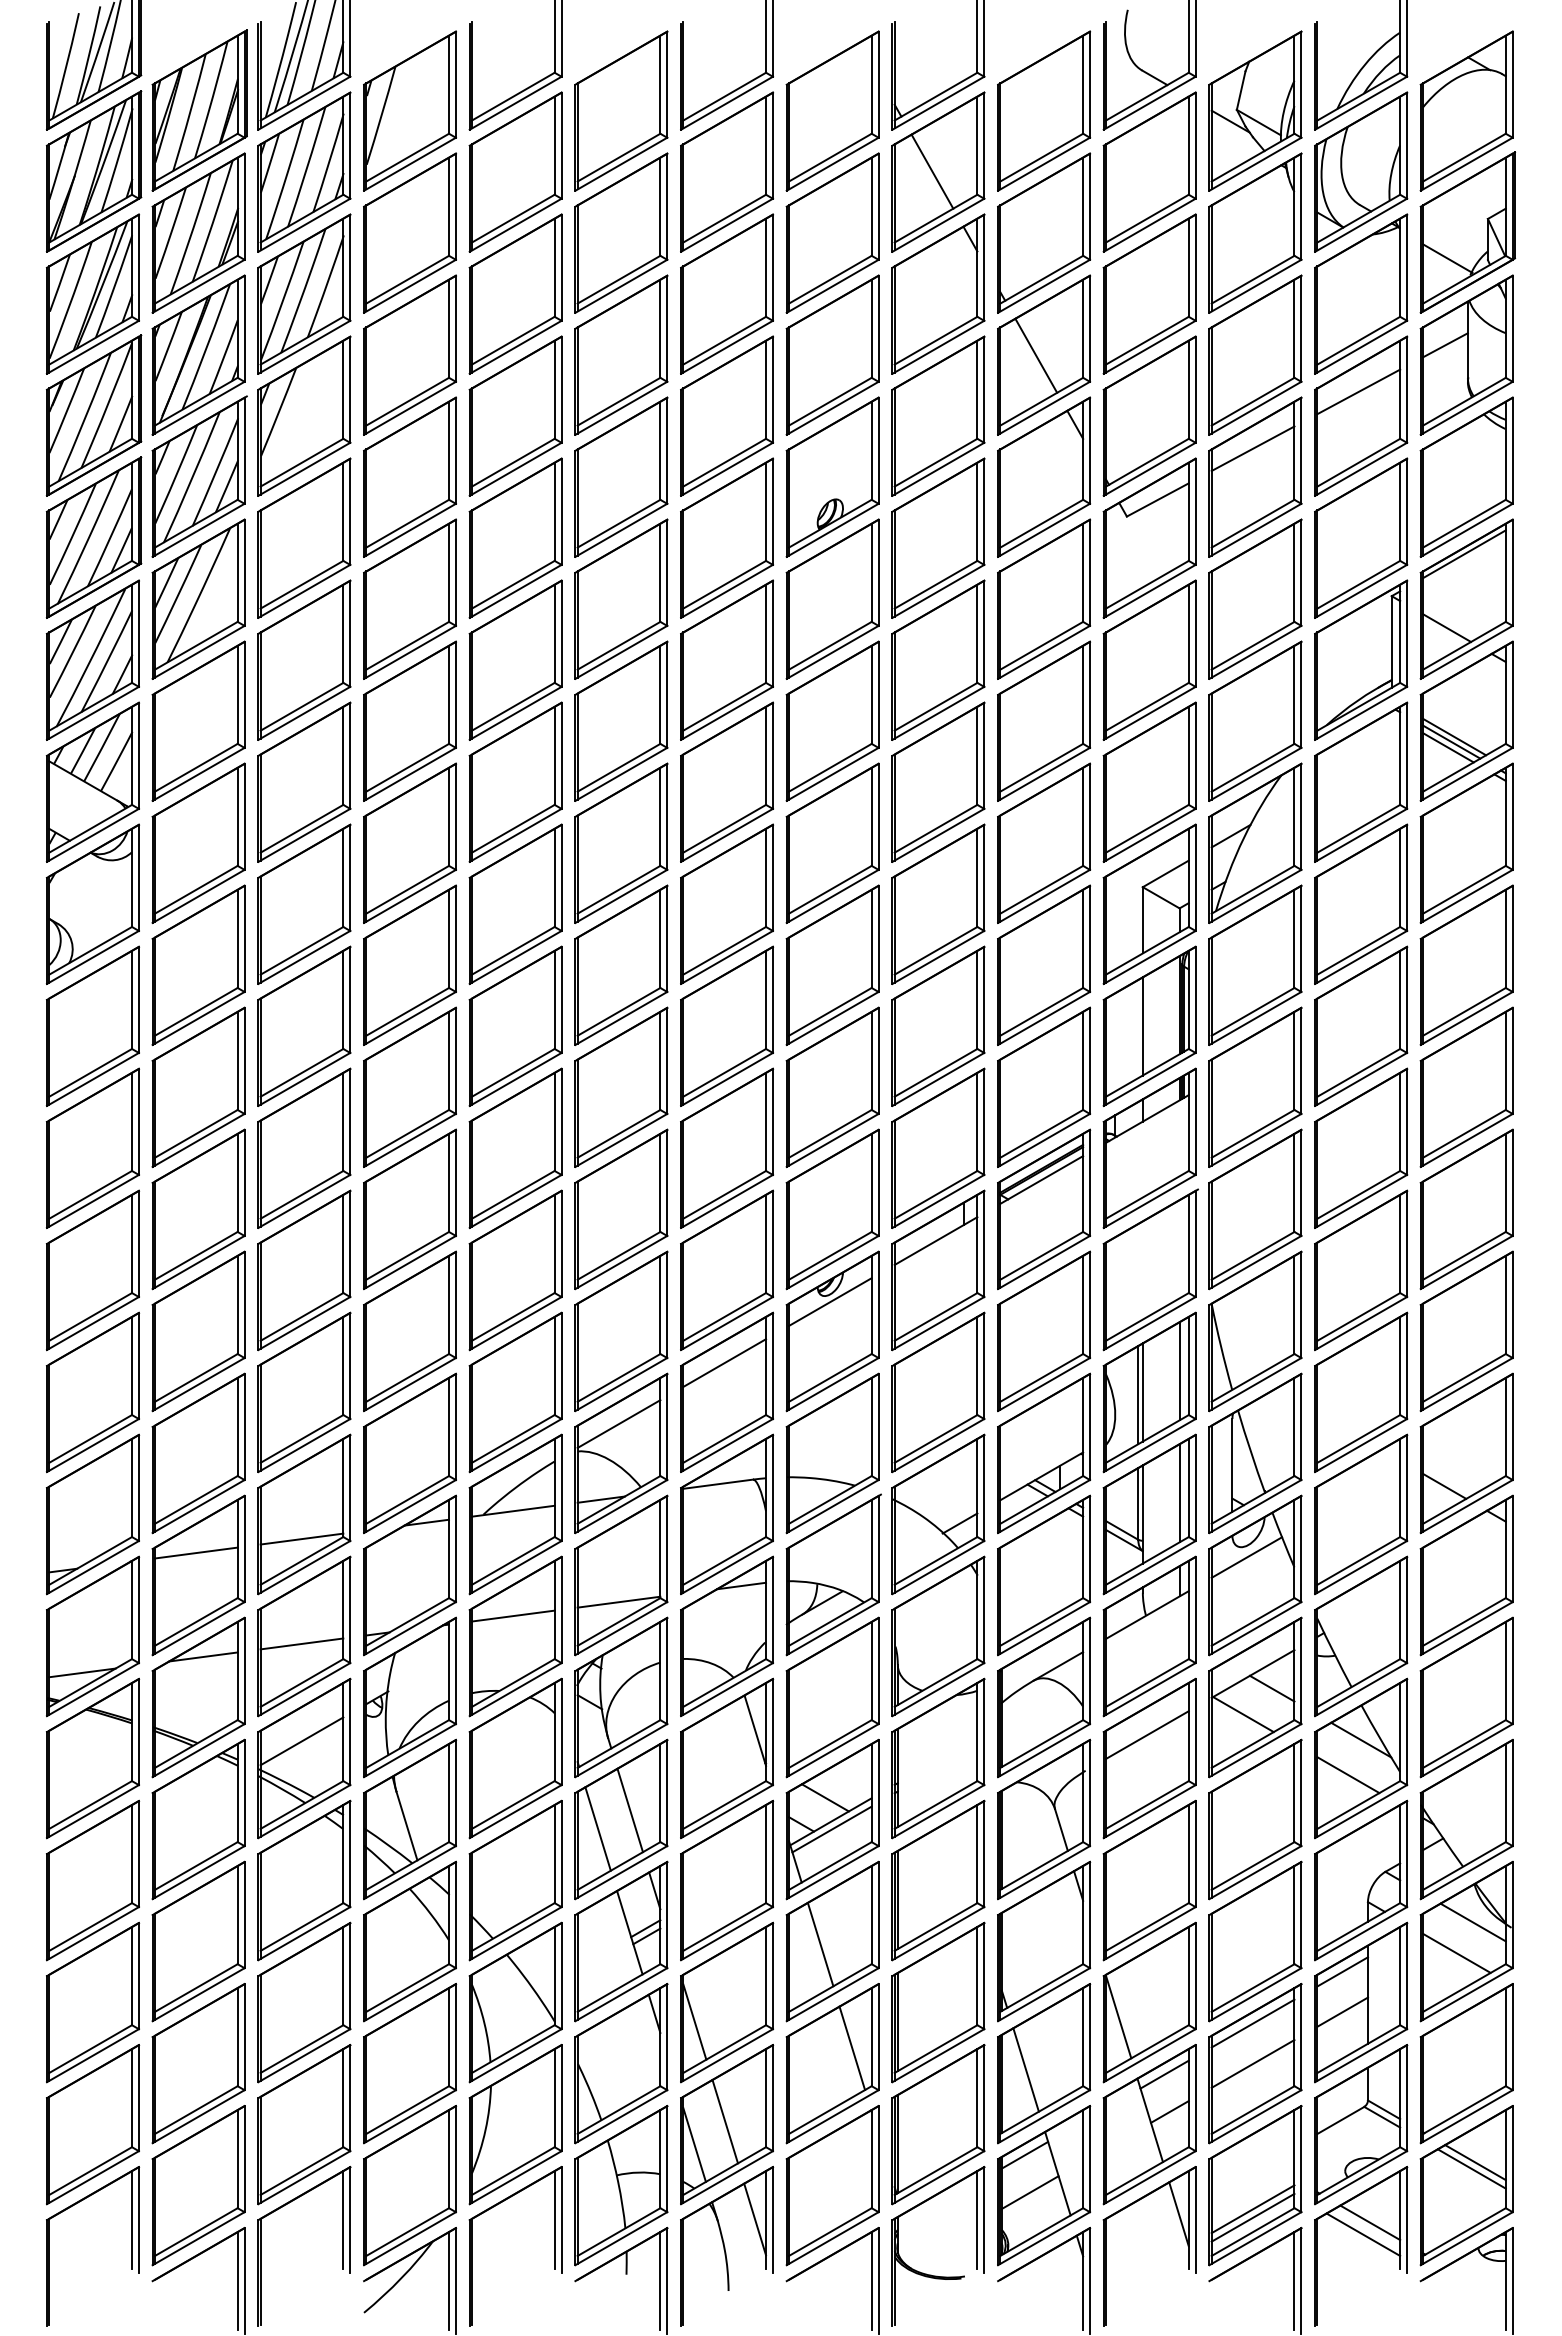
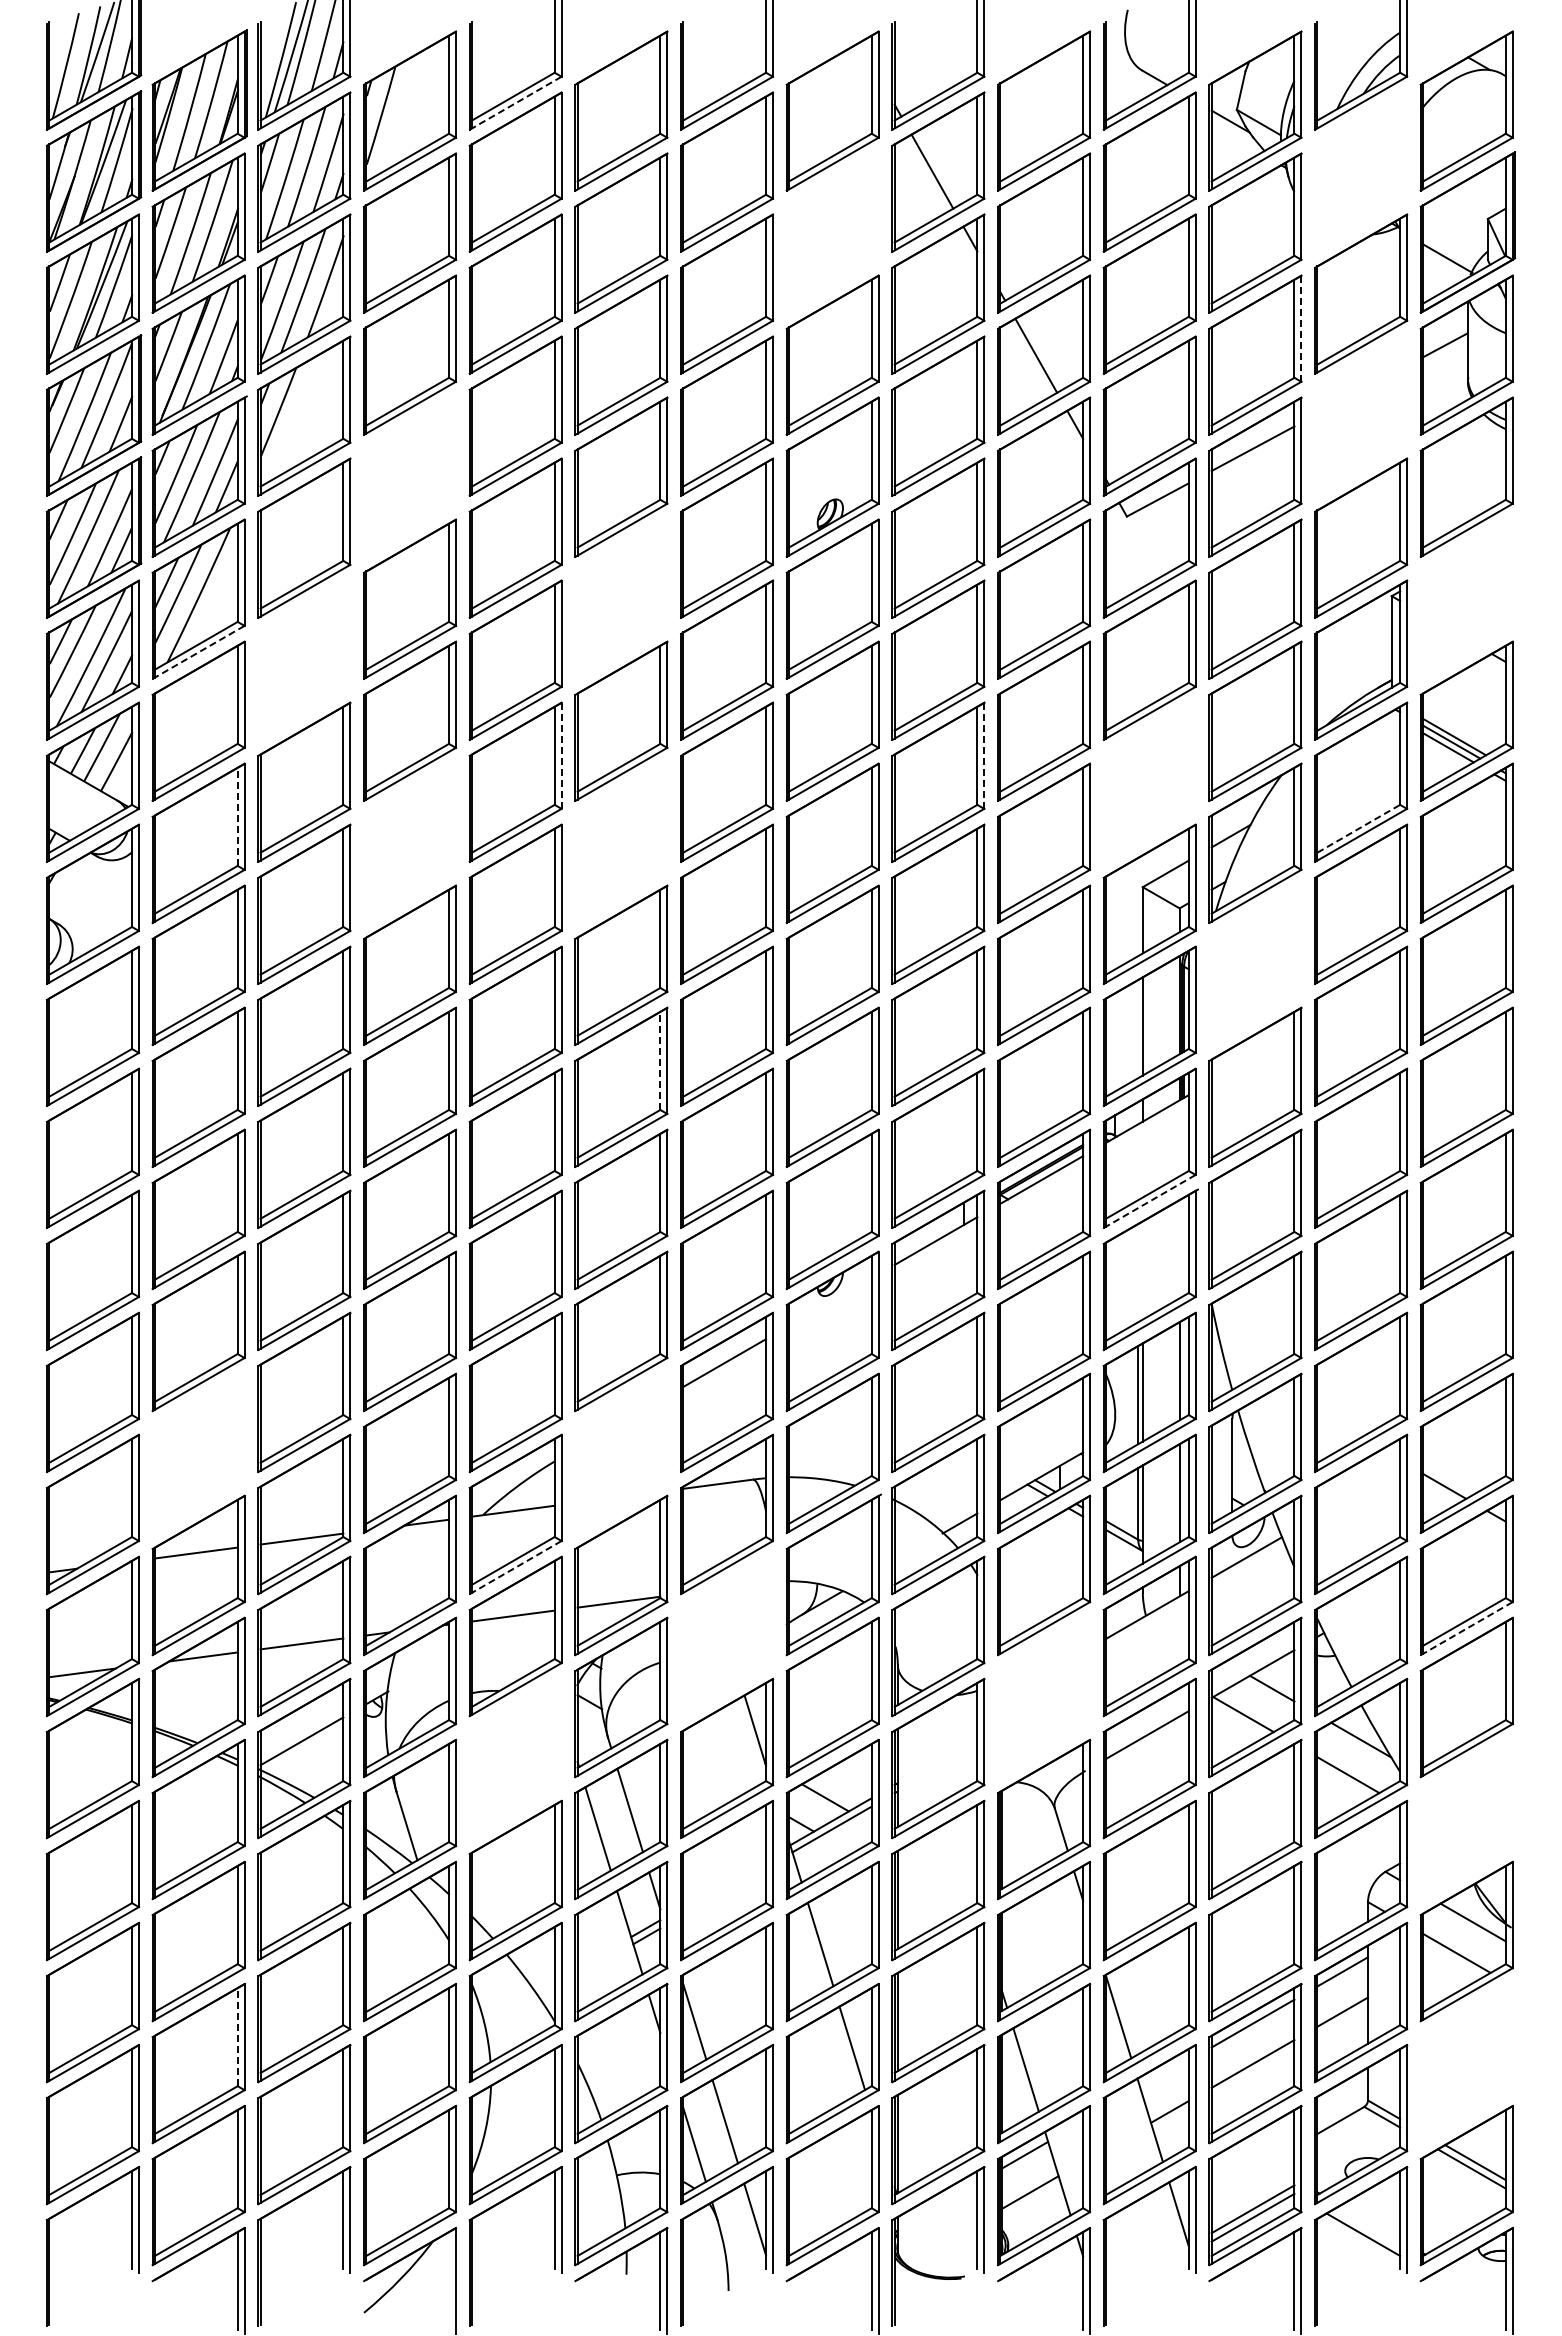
line at (516, 103): solid -> dashed
part at (1361, 171): present -> none
part at (832, 232): present -> none
line at (1301, 328): solid -> dashed
part at (1361, 415): present -> none
part at (409, 476): present -> none
part at (621, 598): present -> none
part at (1466, 598): present -> none
line at (199, 652): solid -> dashed
part at (304, 659): present -> none
line at (561, 755): solid -> dashed
line at (984, 755): solid -> dashed
part at (1149, 781): present -> none
line at (237, 816): solid -> dashed
line at (1358, 828): solid -> dashed
part at (409, 842): present -> none
part at (621, 842): present -> none
part at (1255, 964): present -> none
line at (660, 1060): solid -> dashed
line at (1150, 1201): solid -> dashed
line at (830, 1301): present -> none
part at (198, 1453): present -> none
part at (621, 1453): present -> none
line at (516, 1567): solid -> dashed
line at (1467, 1628): solid -> dashed
part at (727, 1636): present -> none
part at (1044, 1697): present -> none
part at (515, 1758): present -> none
part at (1466, 1819): present -> none
line at (237, 2036): solid -> dashed
part at (1466, 2063): present -> none
line at (1164, 2074): present -> none
line at (1370, 2222): present -> none
line at (449, 2281): present -> none
